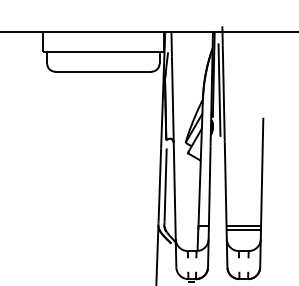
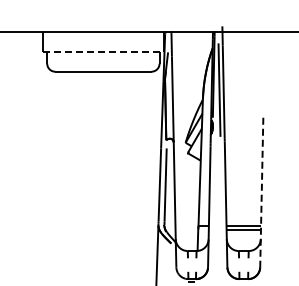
line at (103, 51): solid -> dashed
line at (261, 192): solid -> dashed
